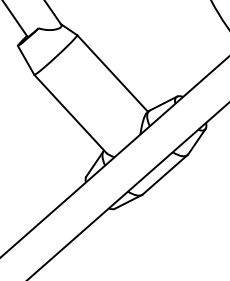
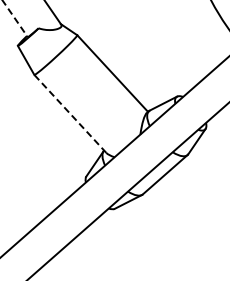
line at (15, 18): solid -> dashed
line at (70, 113): solid -> dashed
